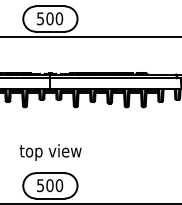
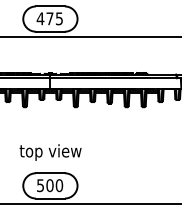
text at (49, 18): 500 -> 475
